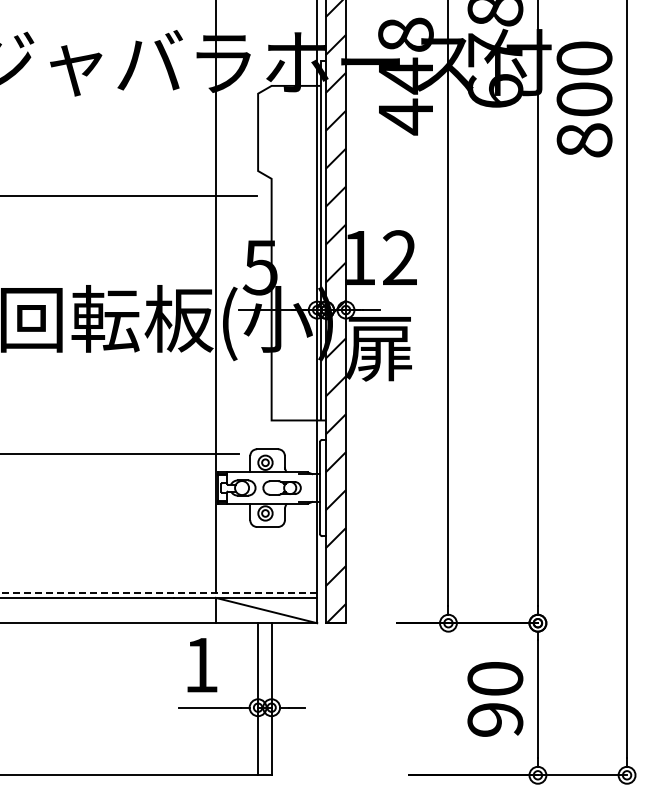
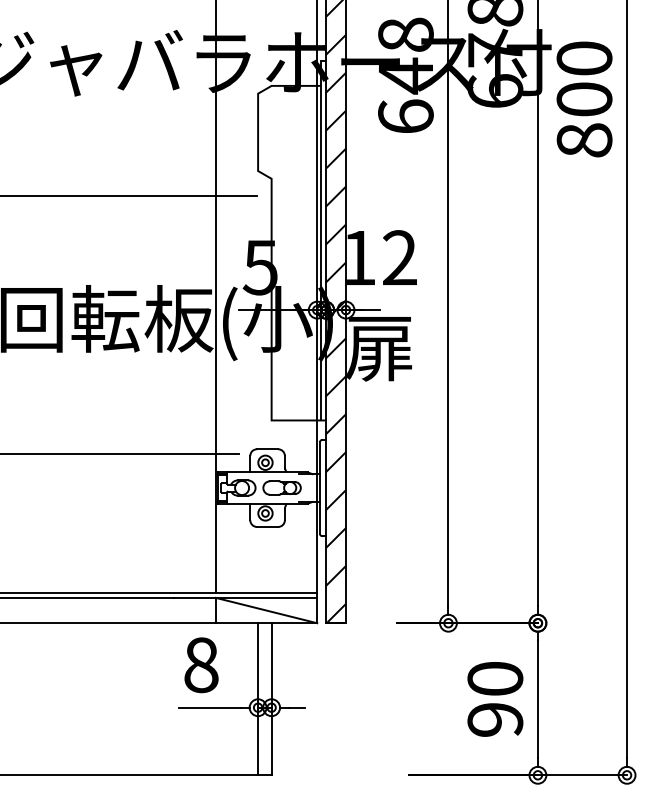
text at (405, 116): 448 -> 648
line at (158, 592): dashed -> solid
text at (201, 665): 1 -> 8
